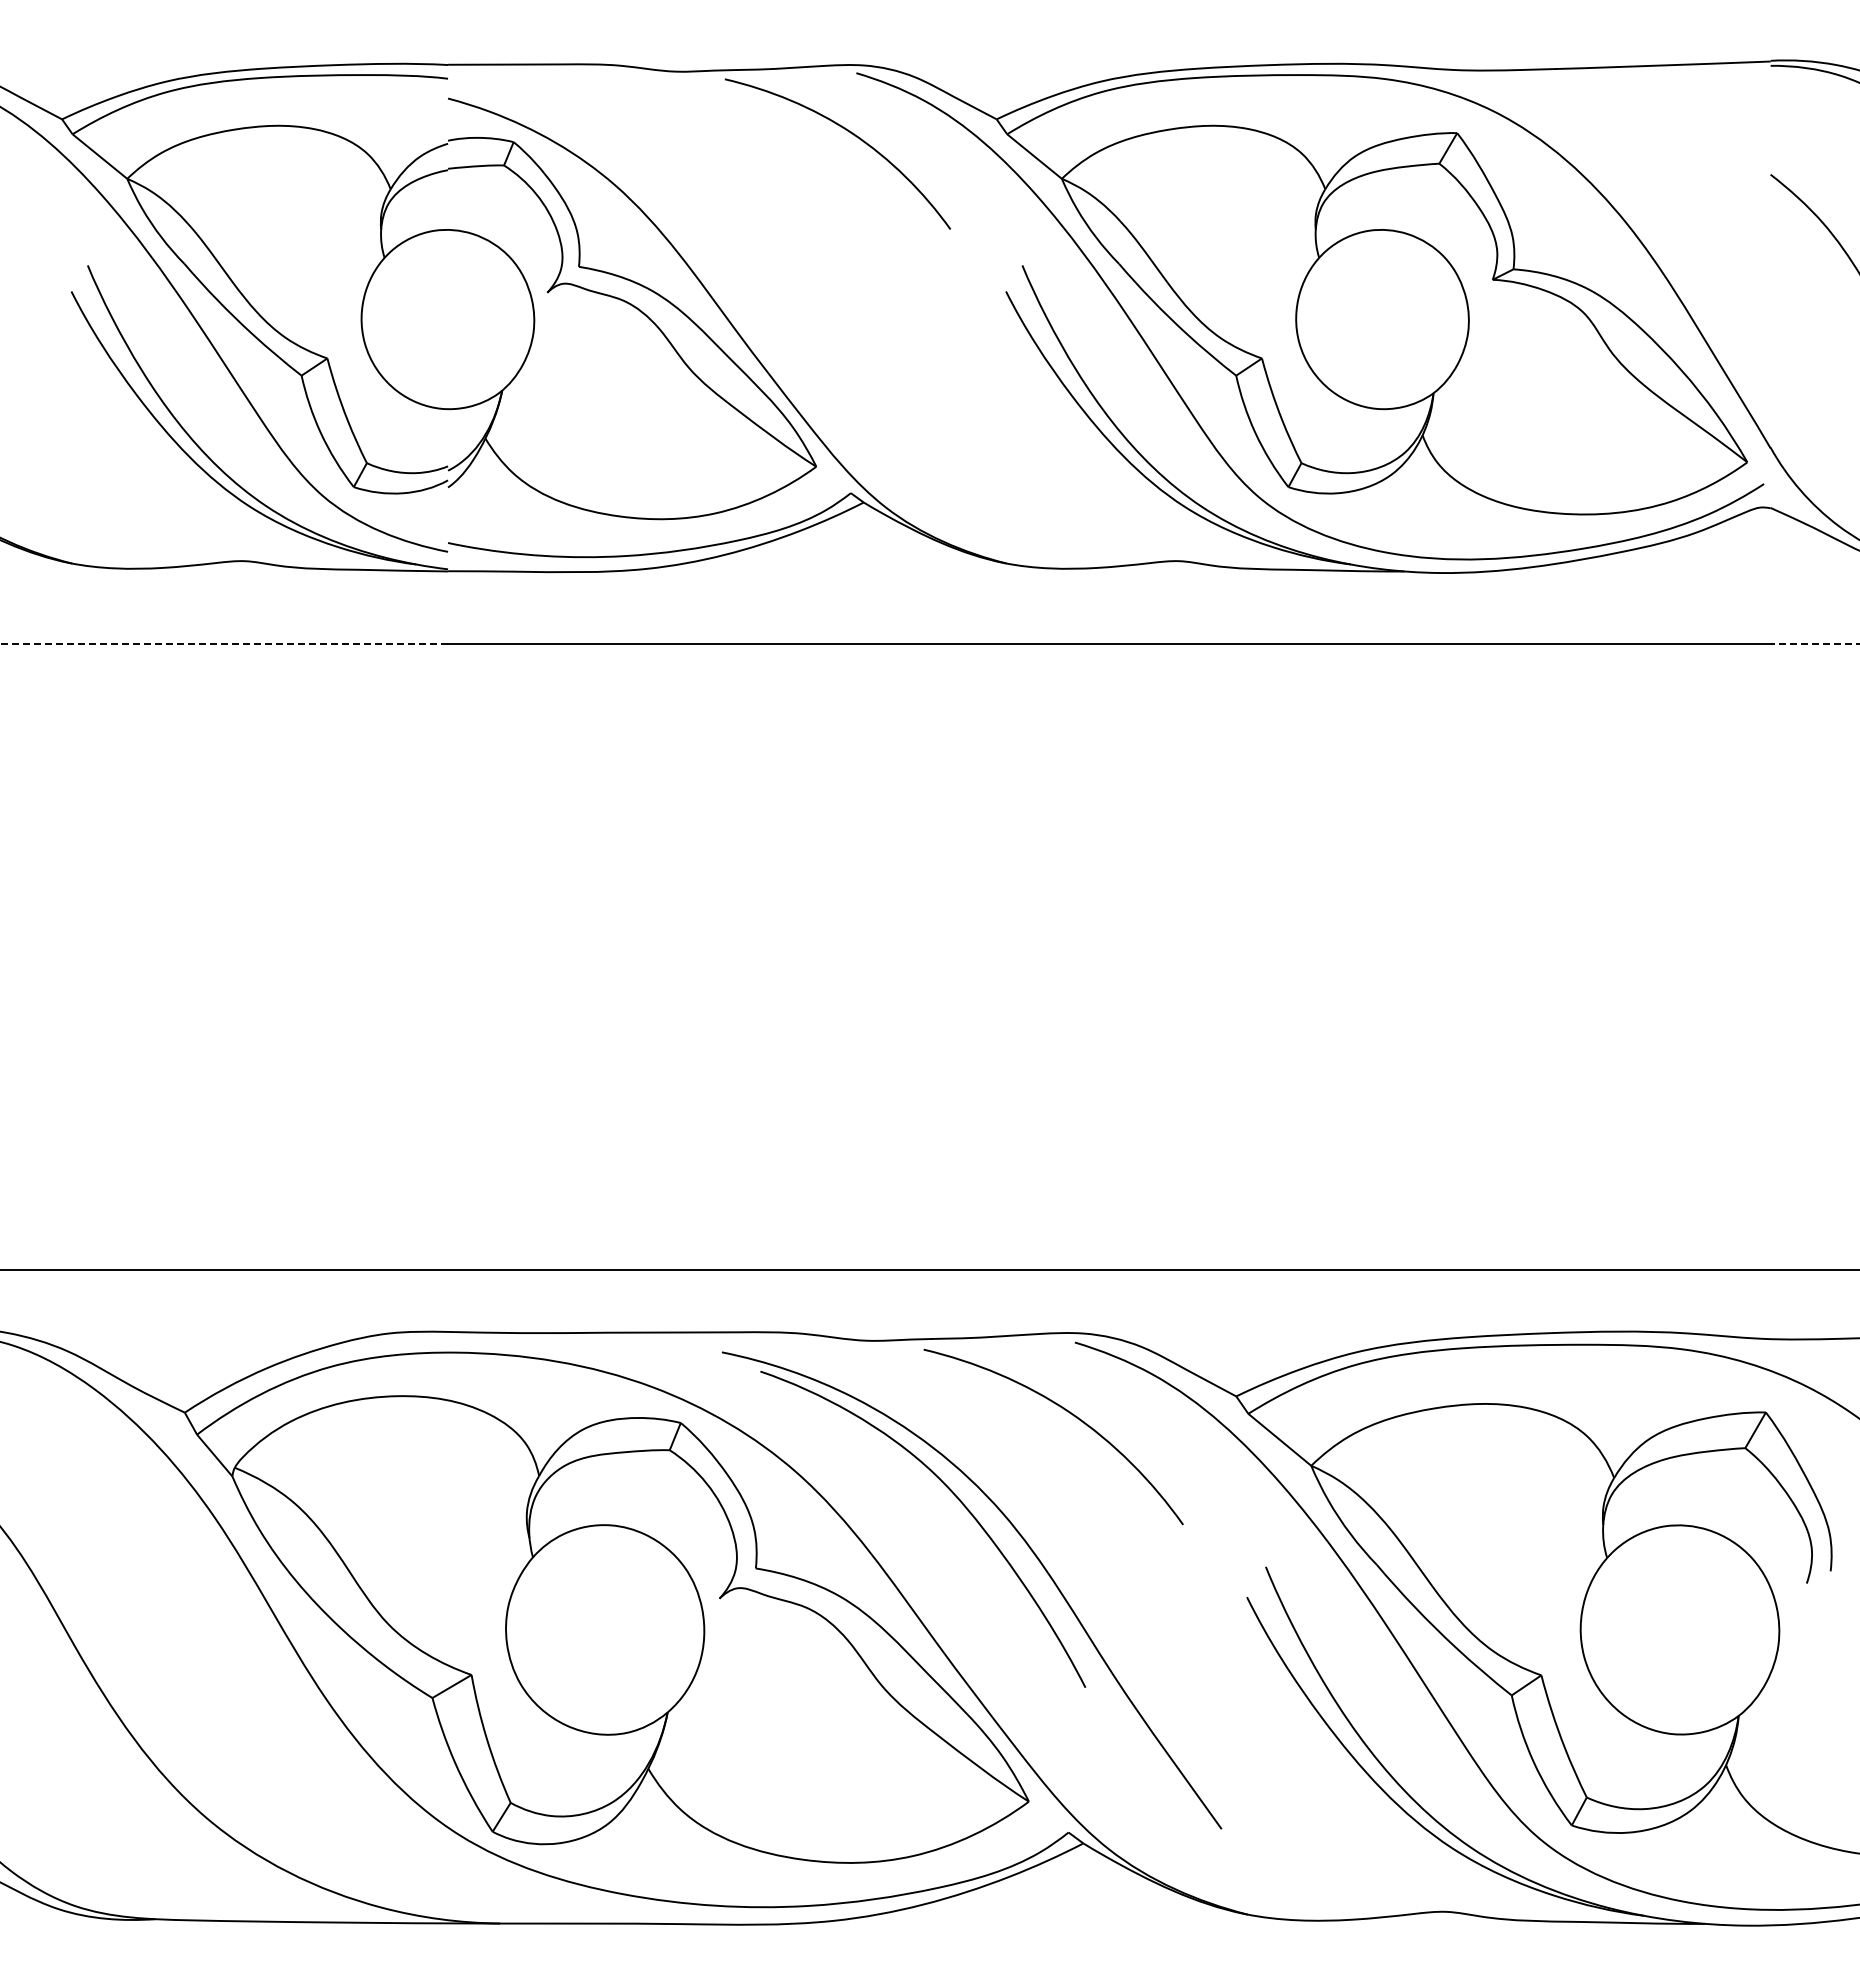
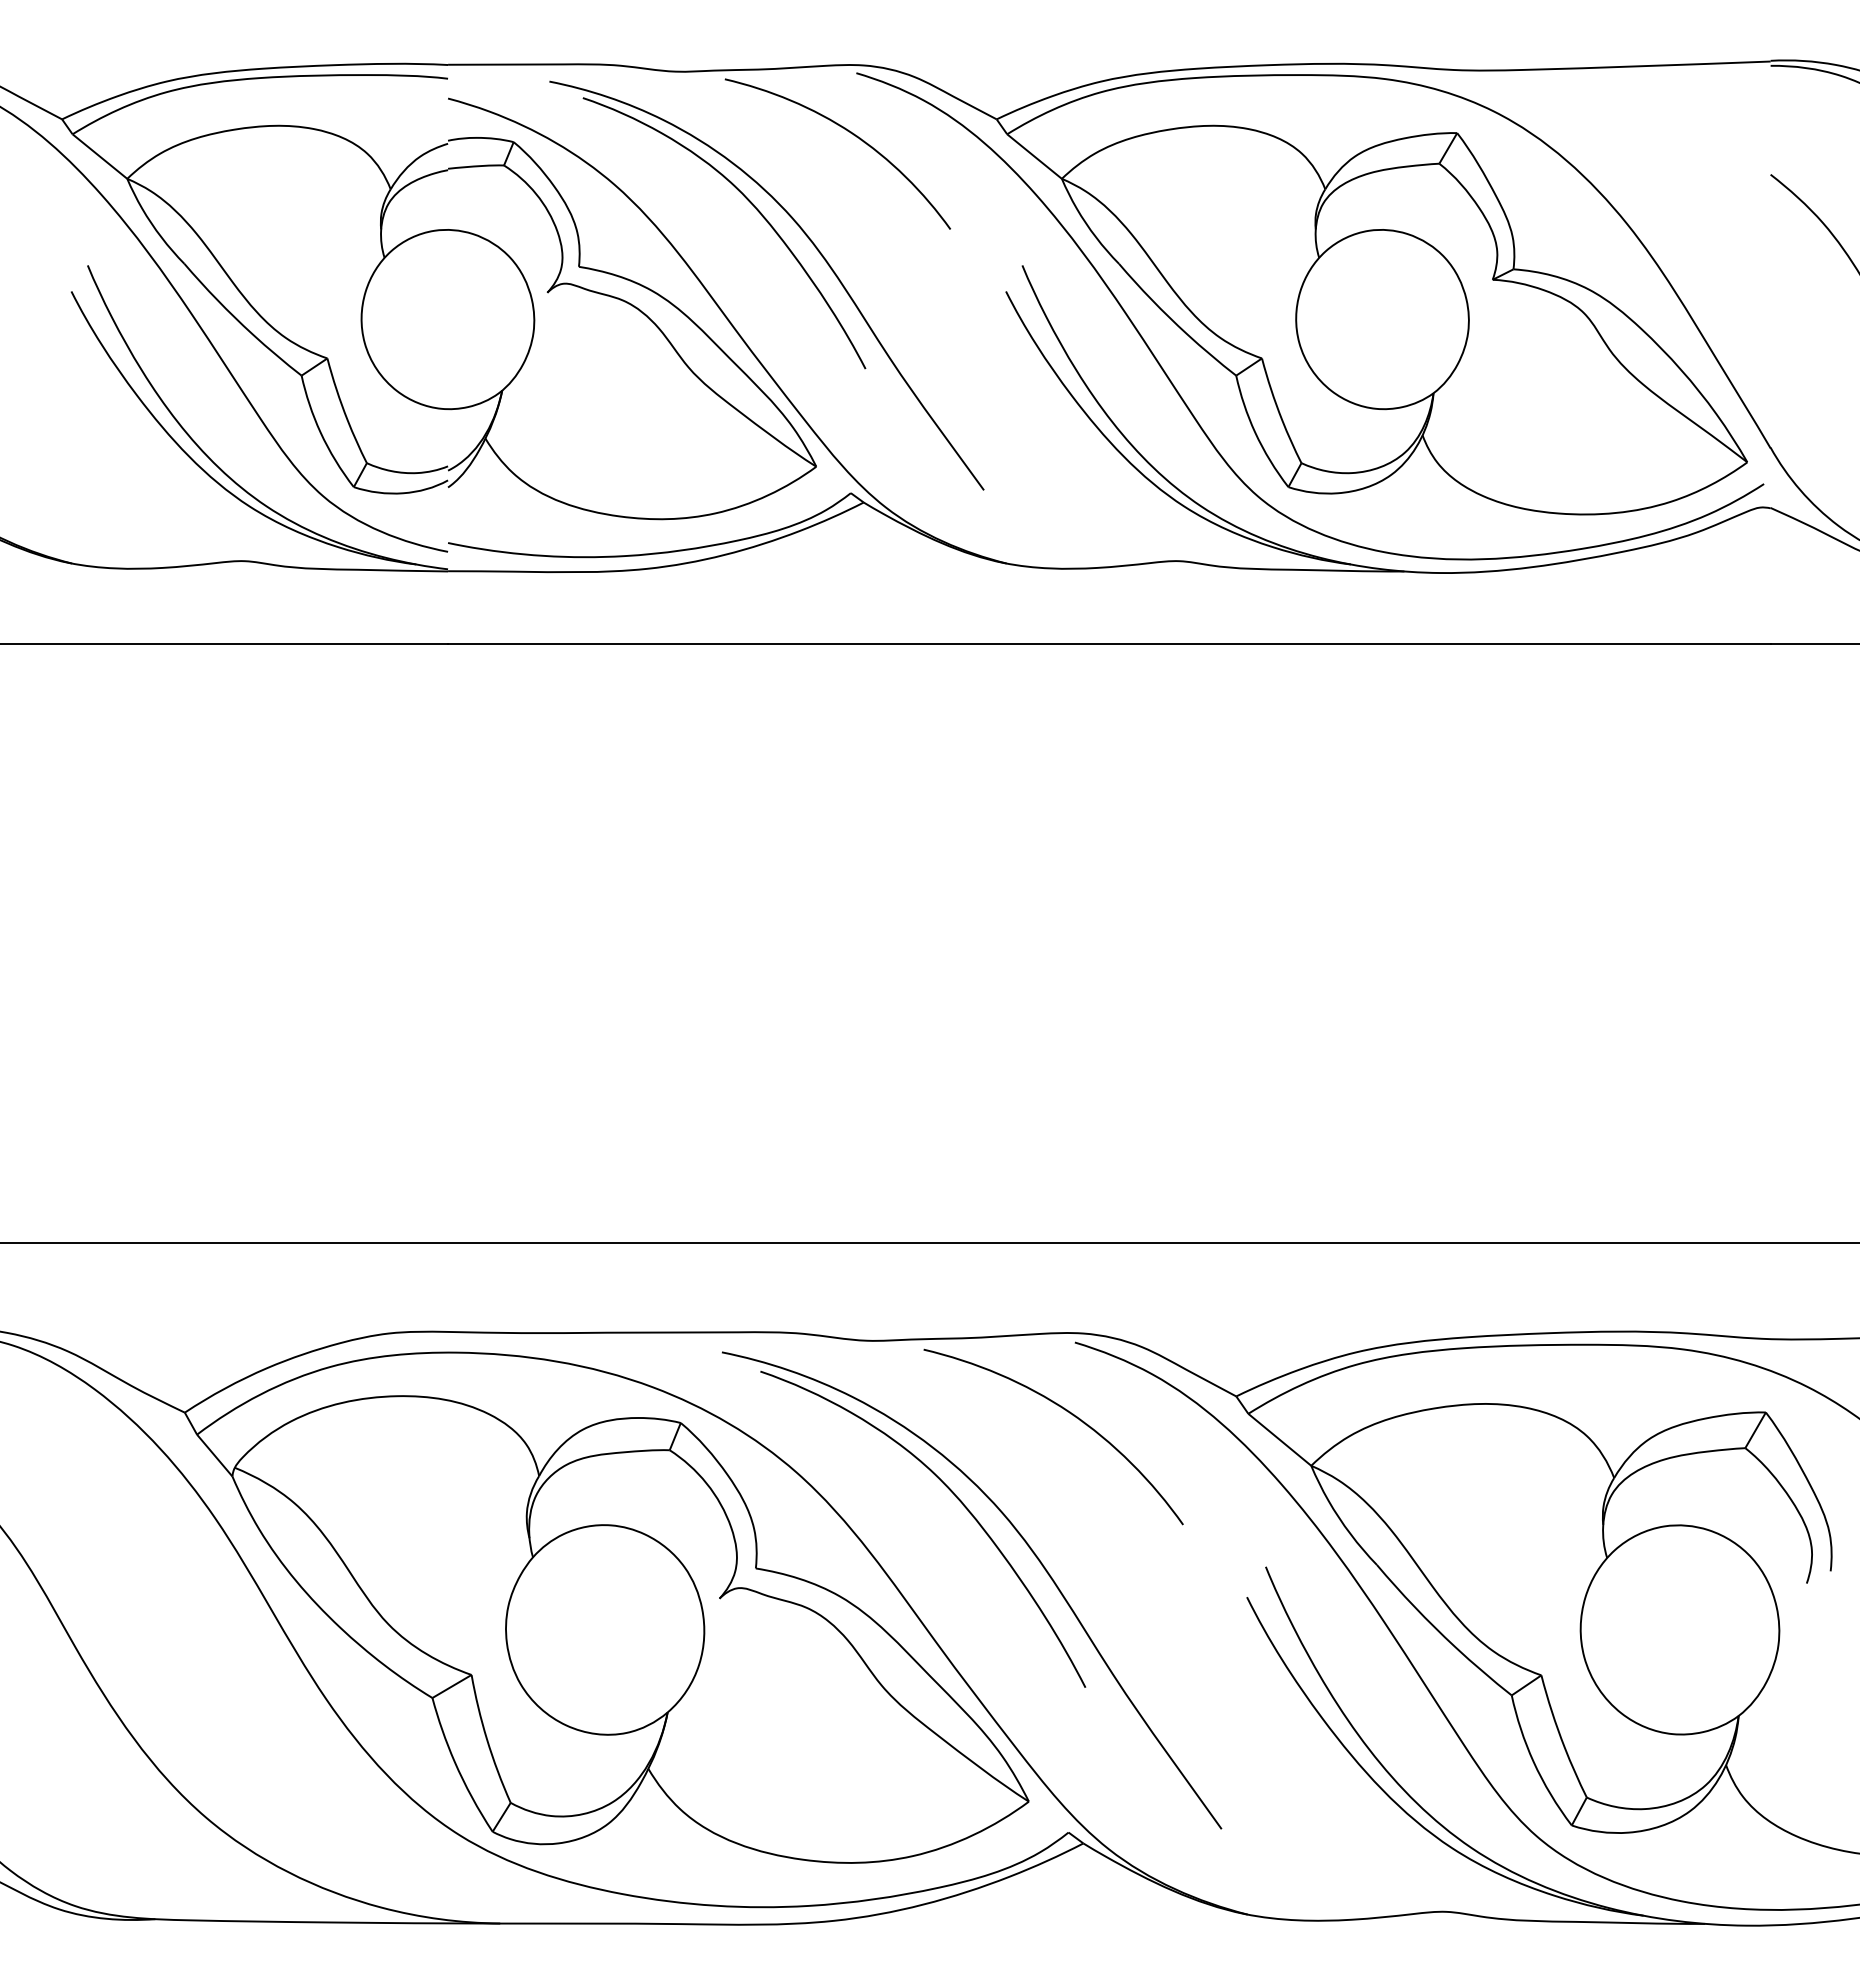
part at (797, 262): none -> present
line at (224, 643): dashed -> solid
line at (1814, 643): dashed -> solid
line at (929, 1270) position: (929, 1270) -> (929, 1243)
